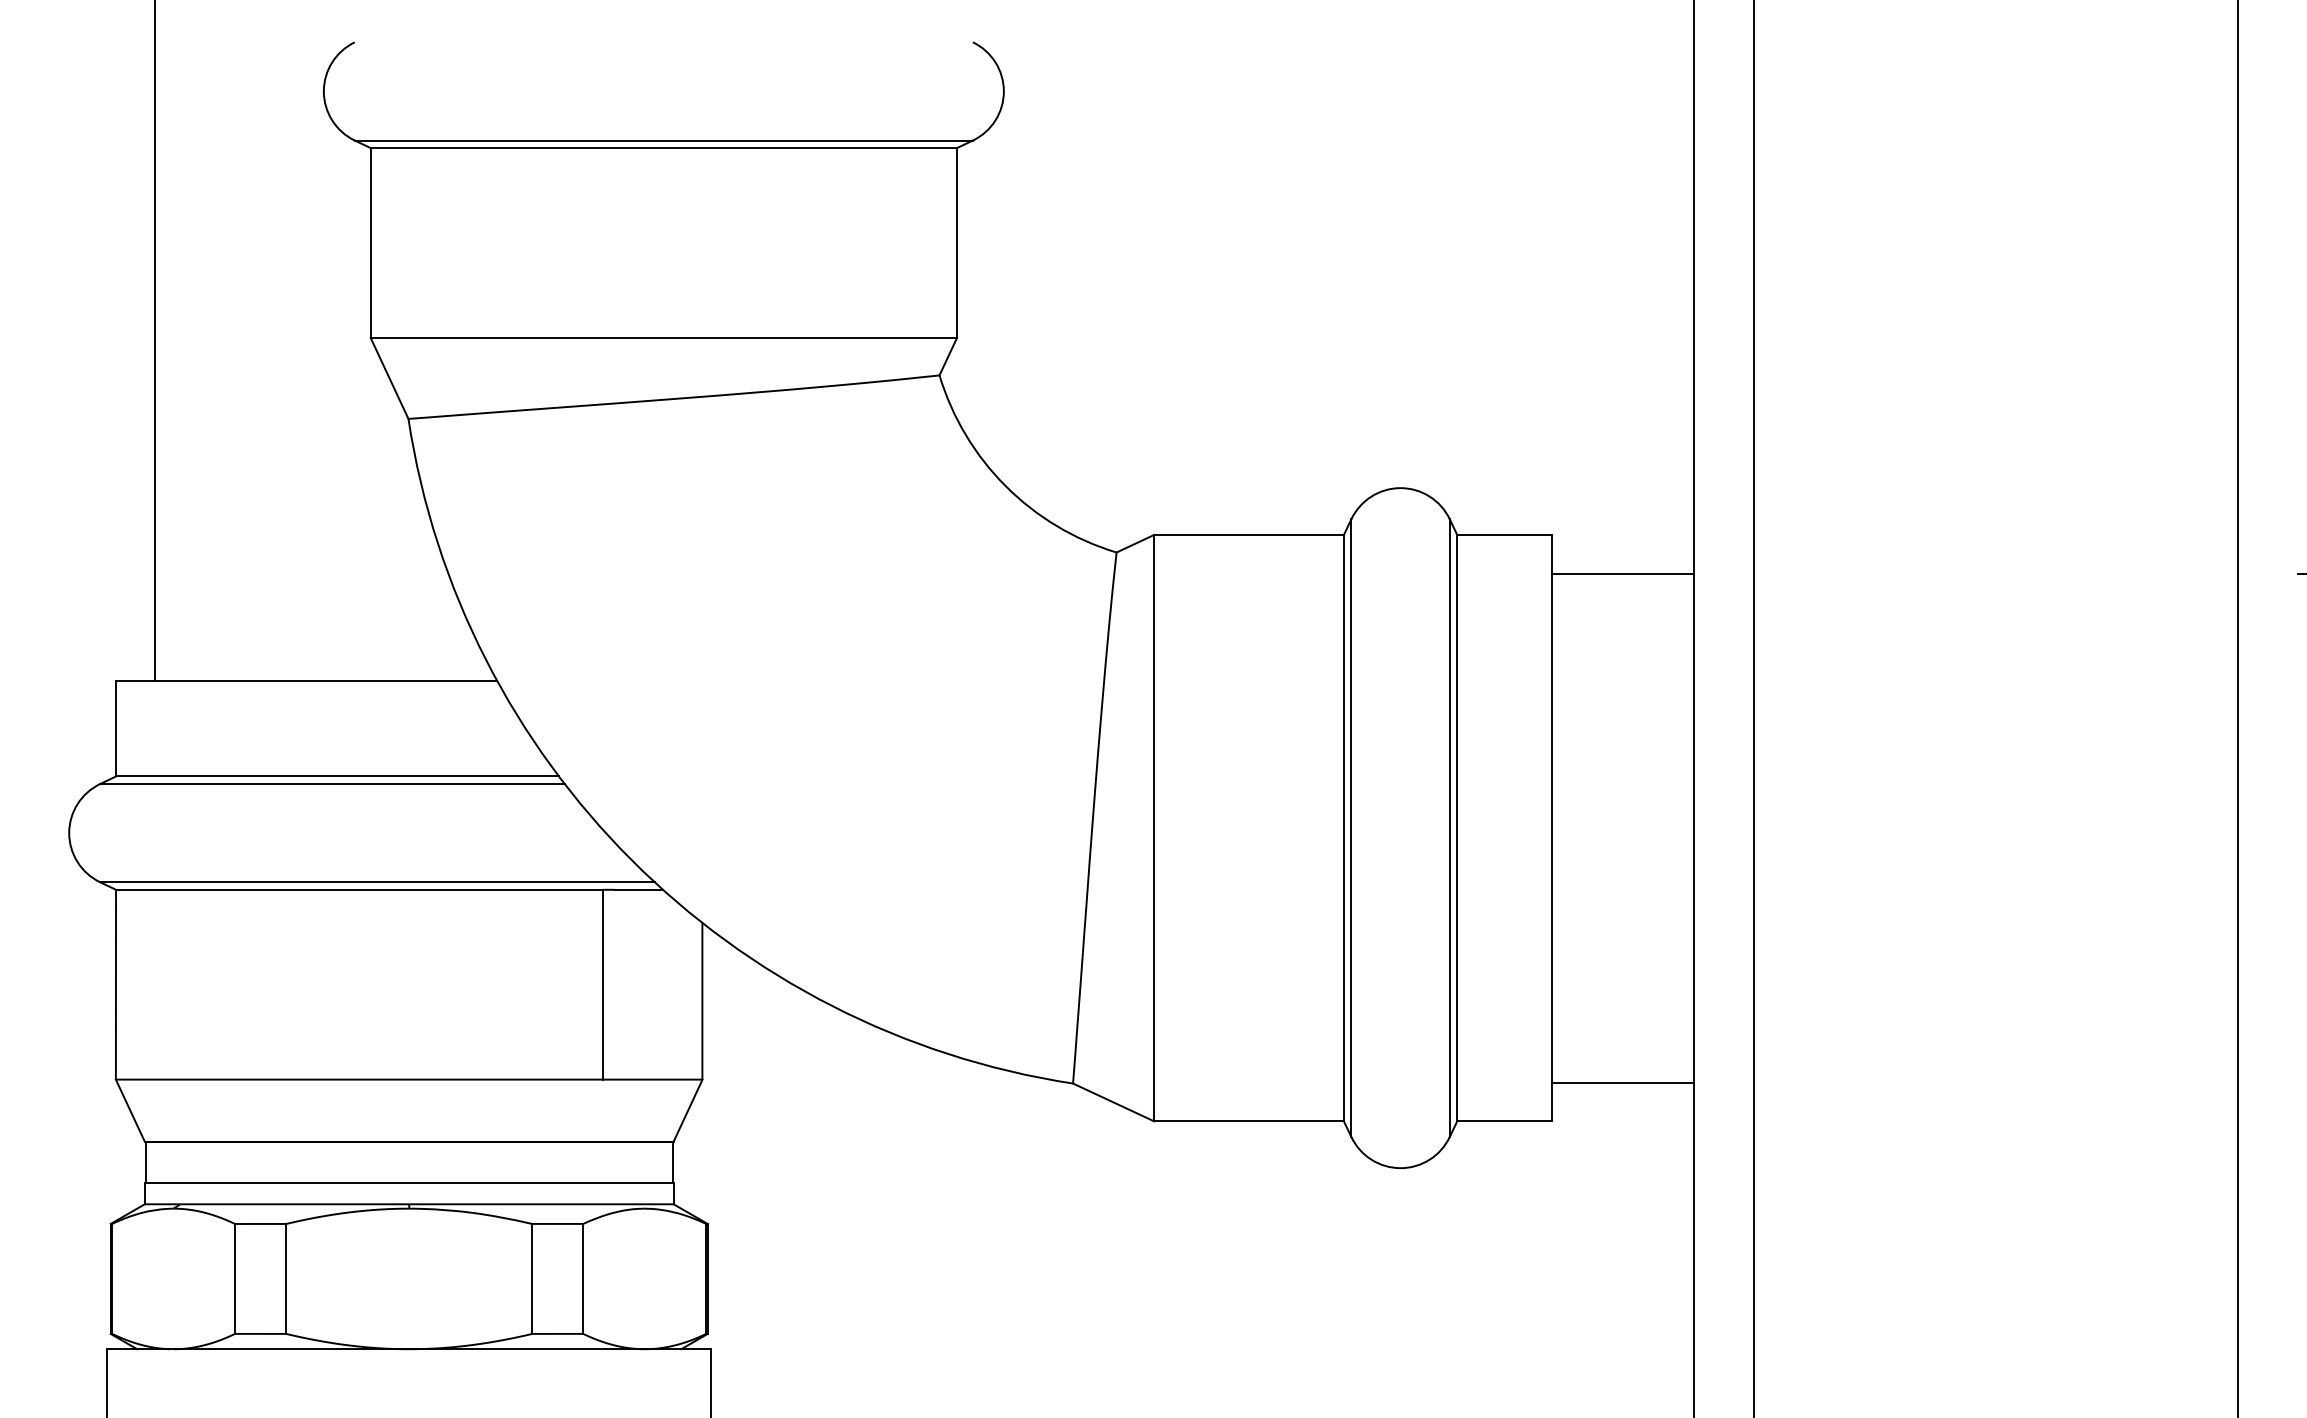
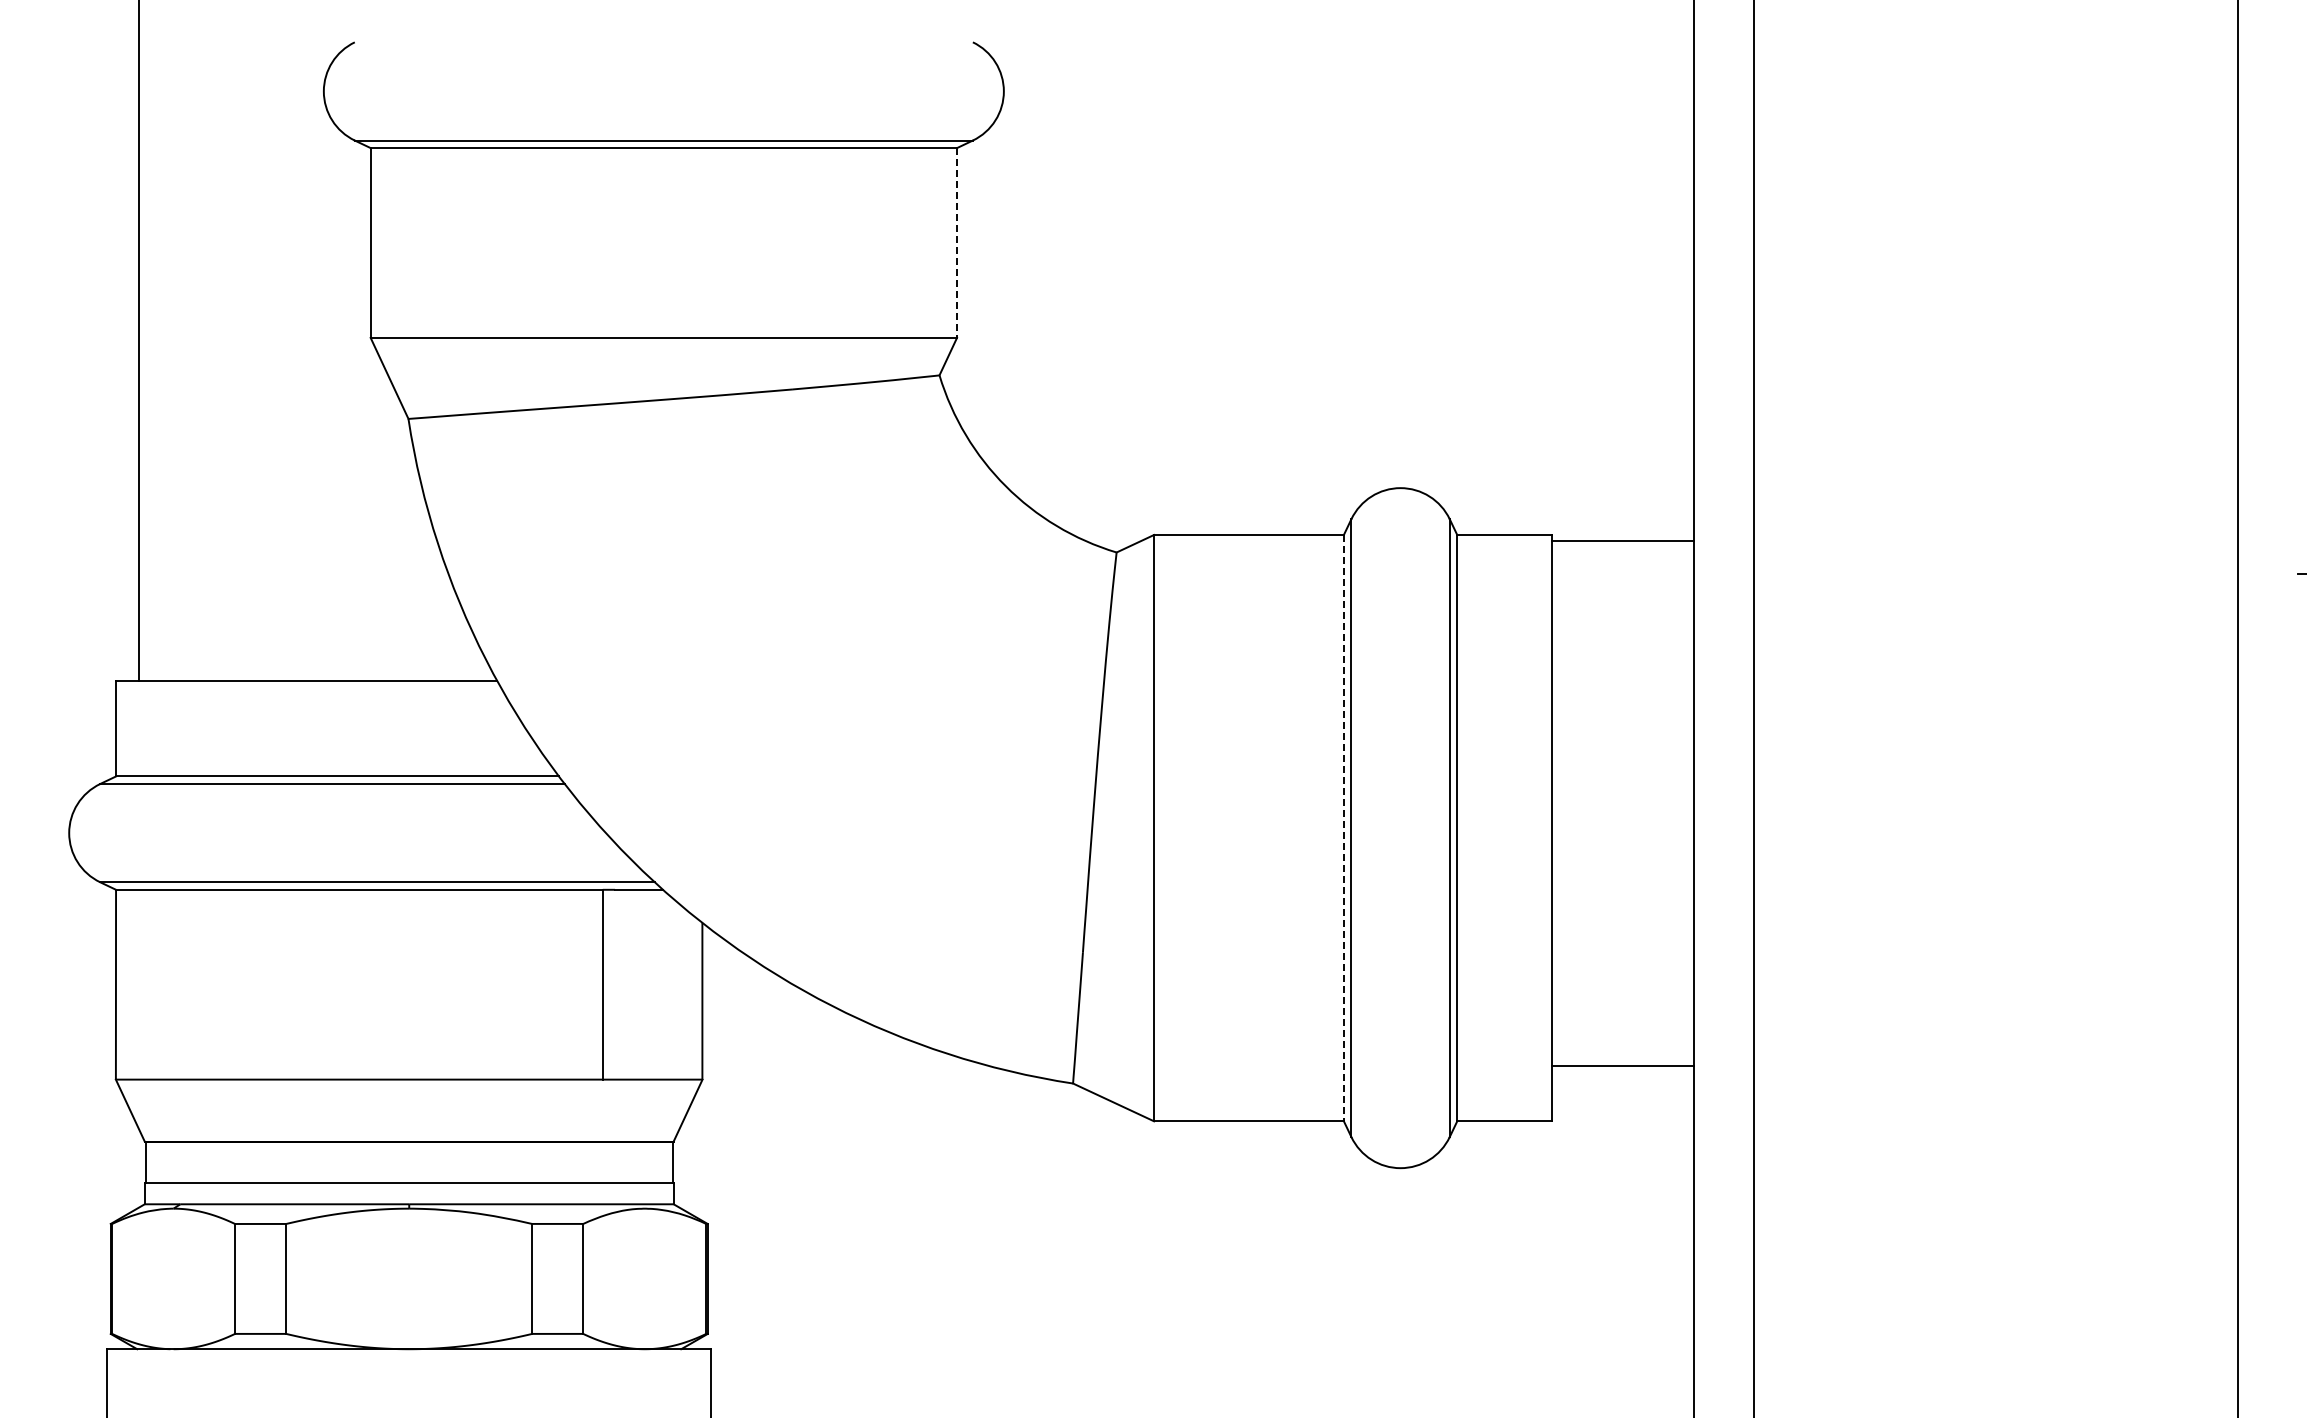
line at (957, 243): solid -> dashed
line at (154, 341) position: (154, 341) -> (138, 341)
line at (1622, 573) position: (1622, 573) -> (1622, 540)
line at (1343, 828): solid -> dashed
line at (1622, 1082) position: (1622, 1082) -> (1622, 1065)
